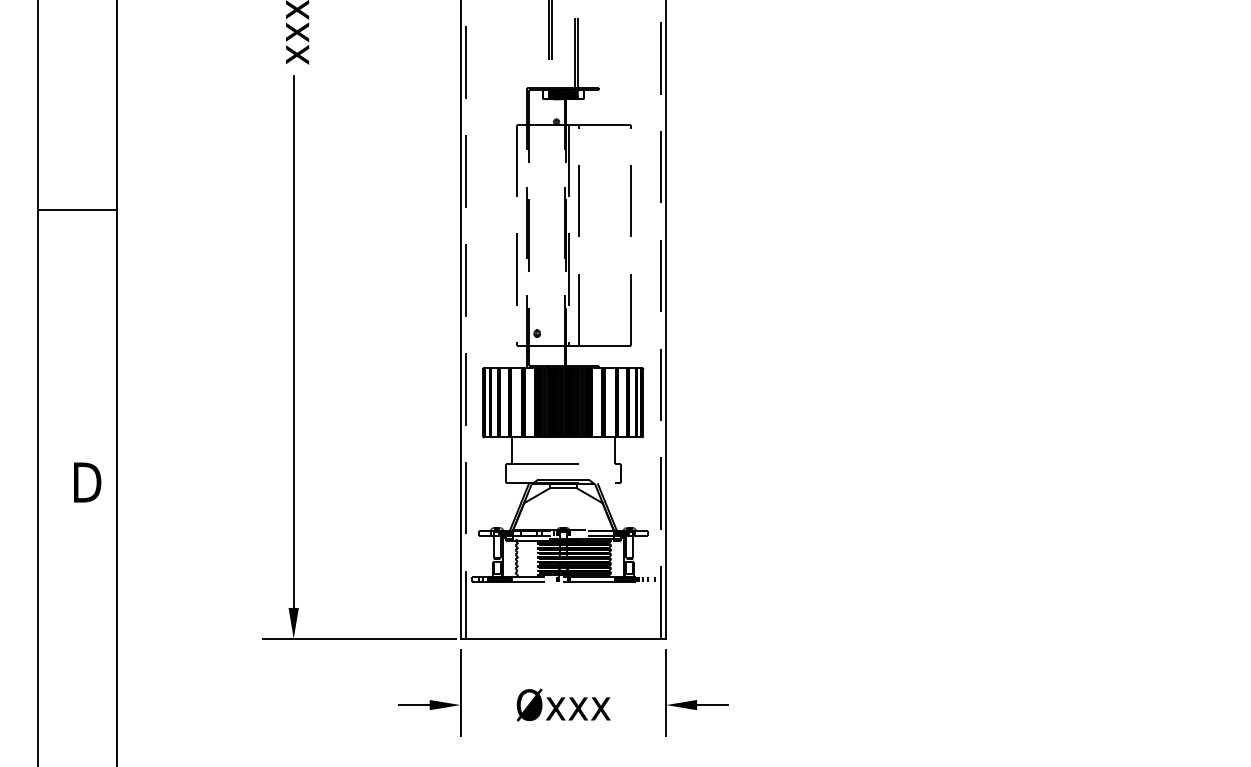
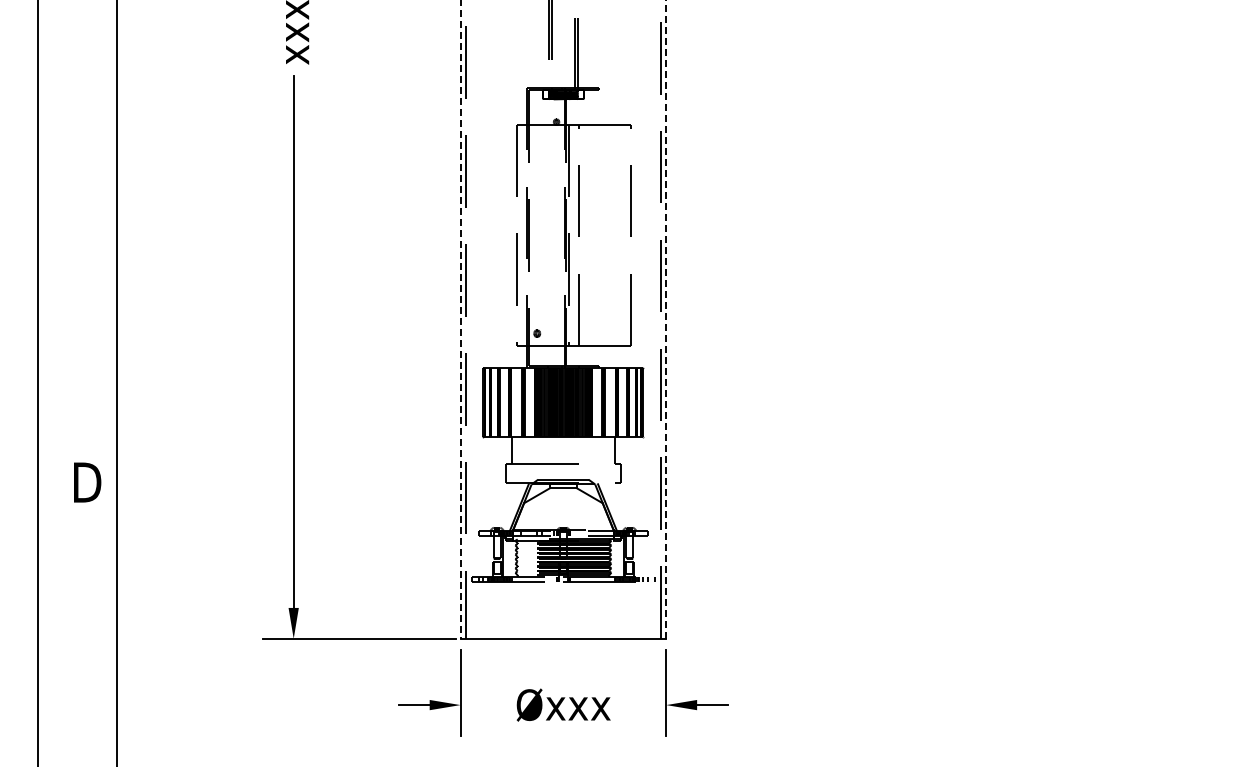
line at (77, 209): present -> none
line at (666, 318): solid -> dashed
line at (460, 319): solid -> dashed
